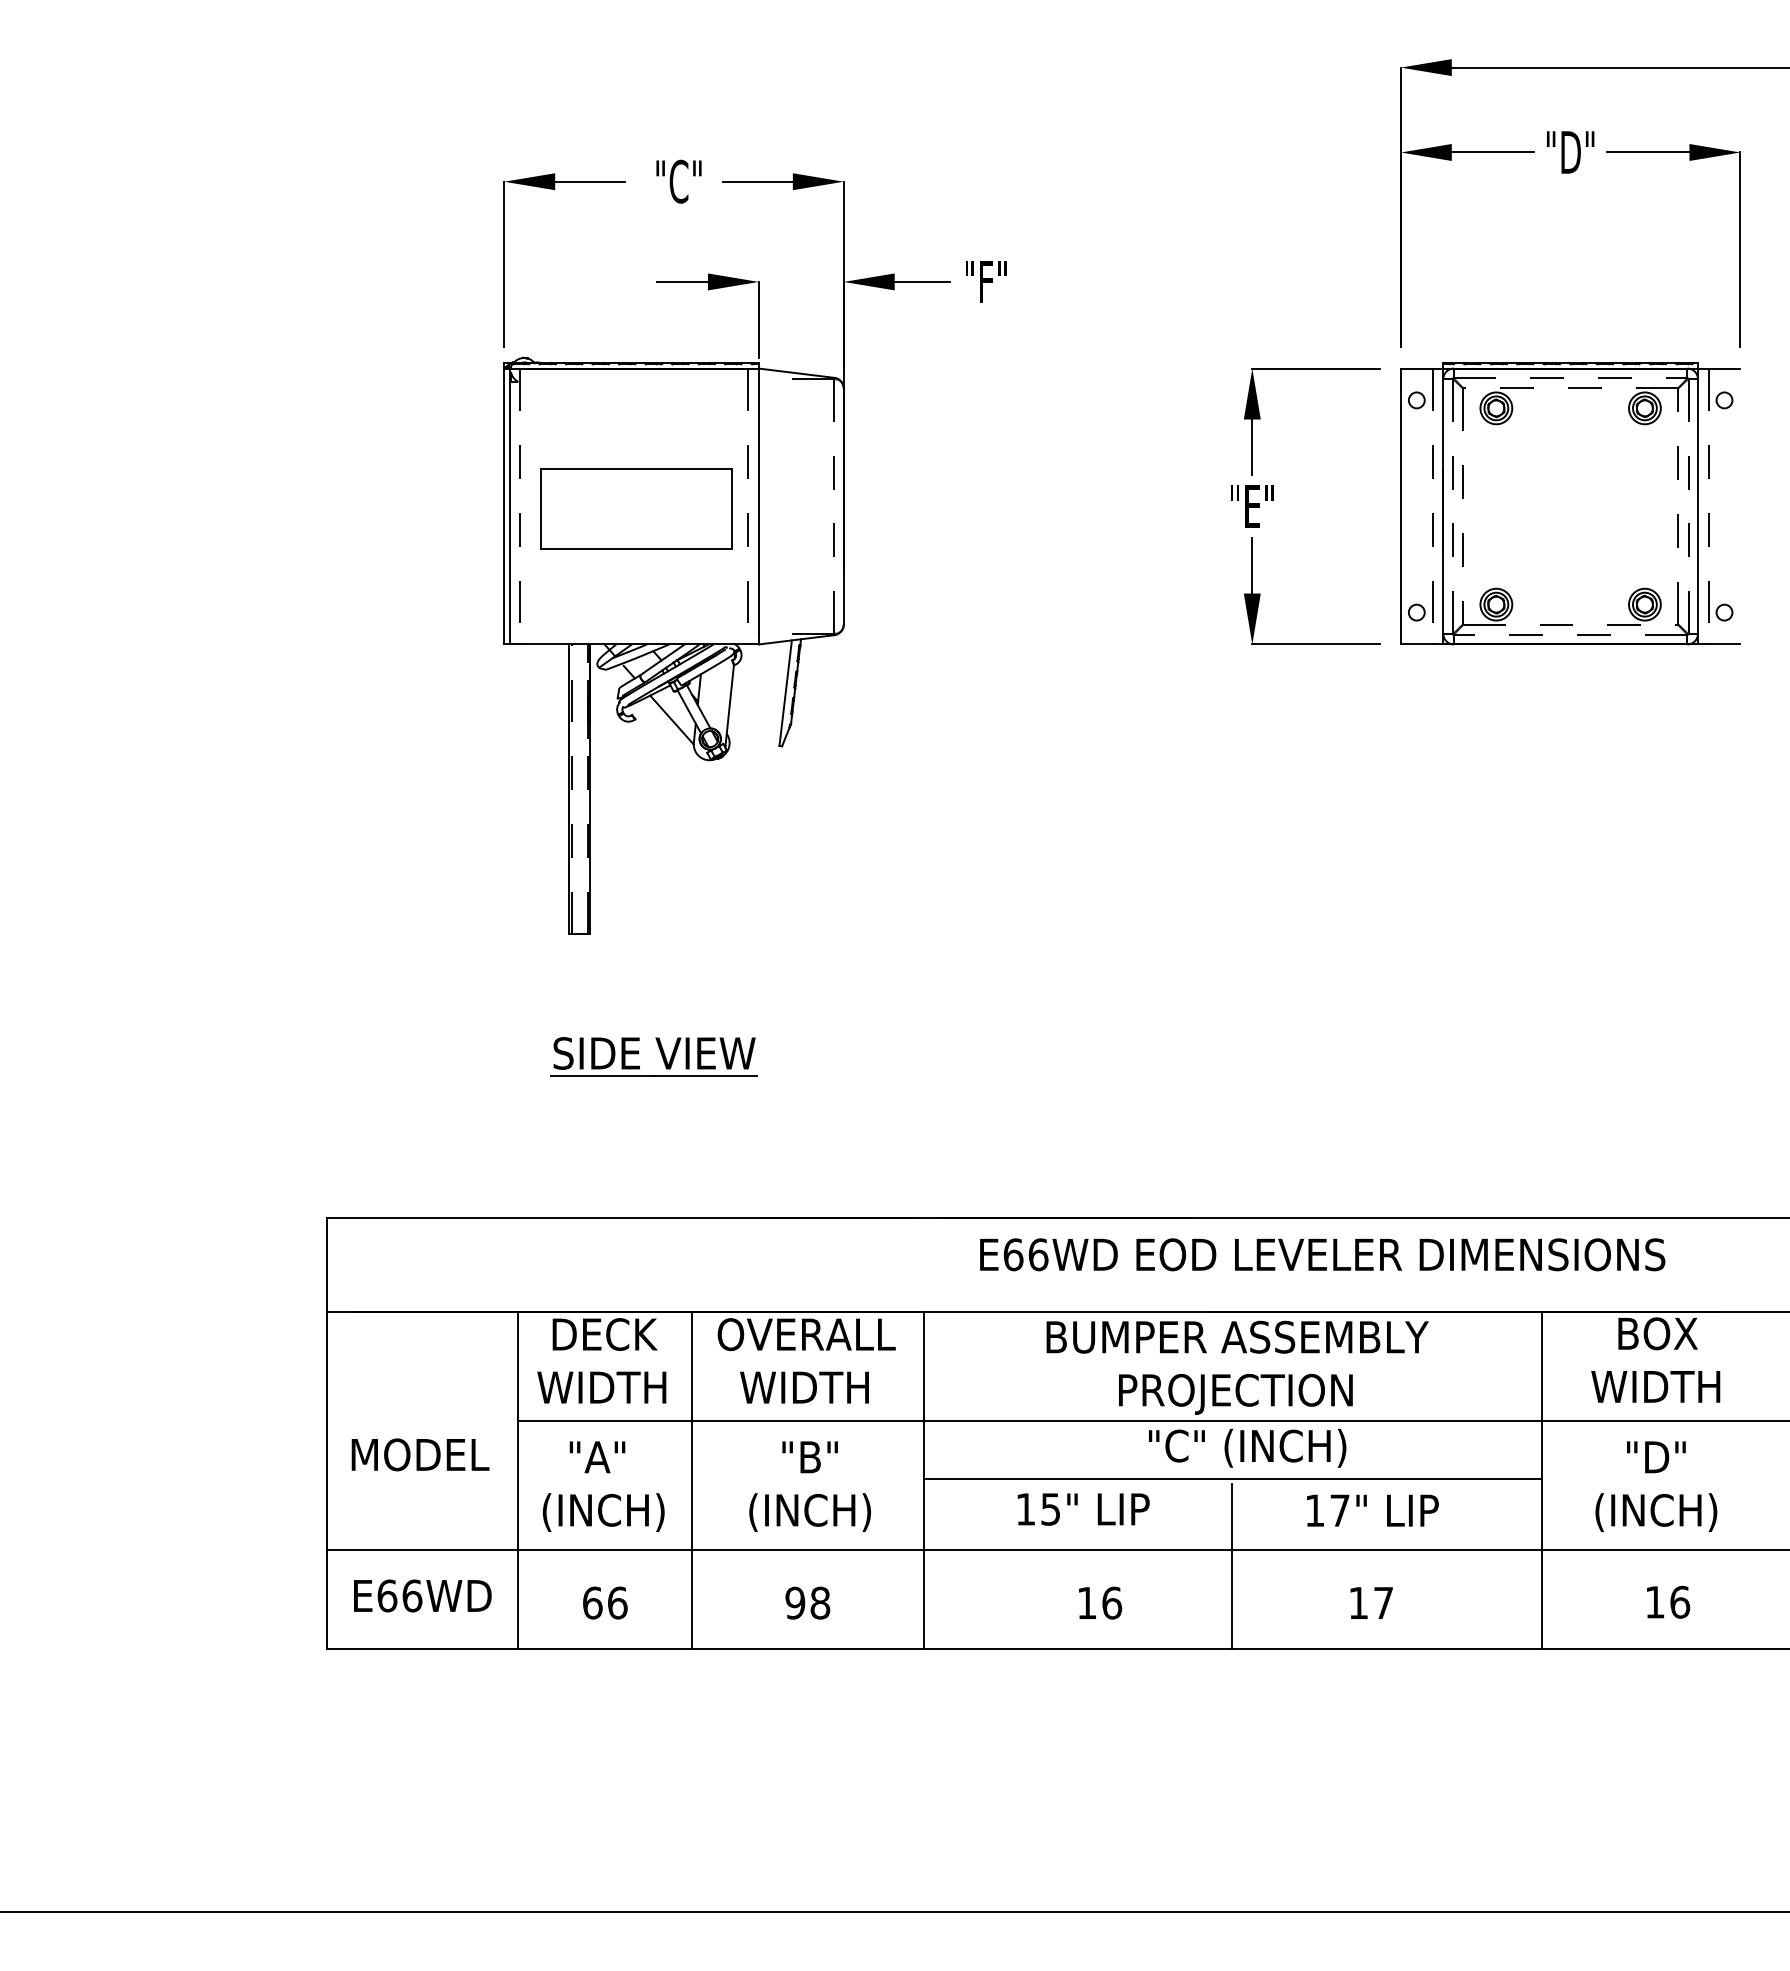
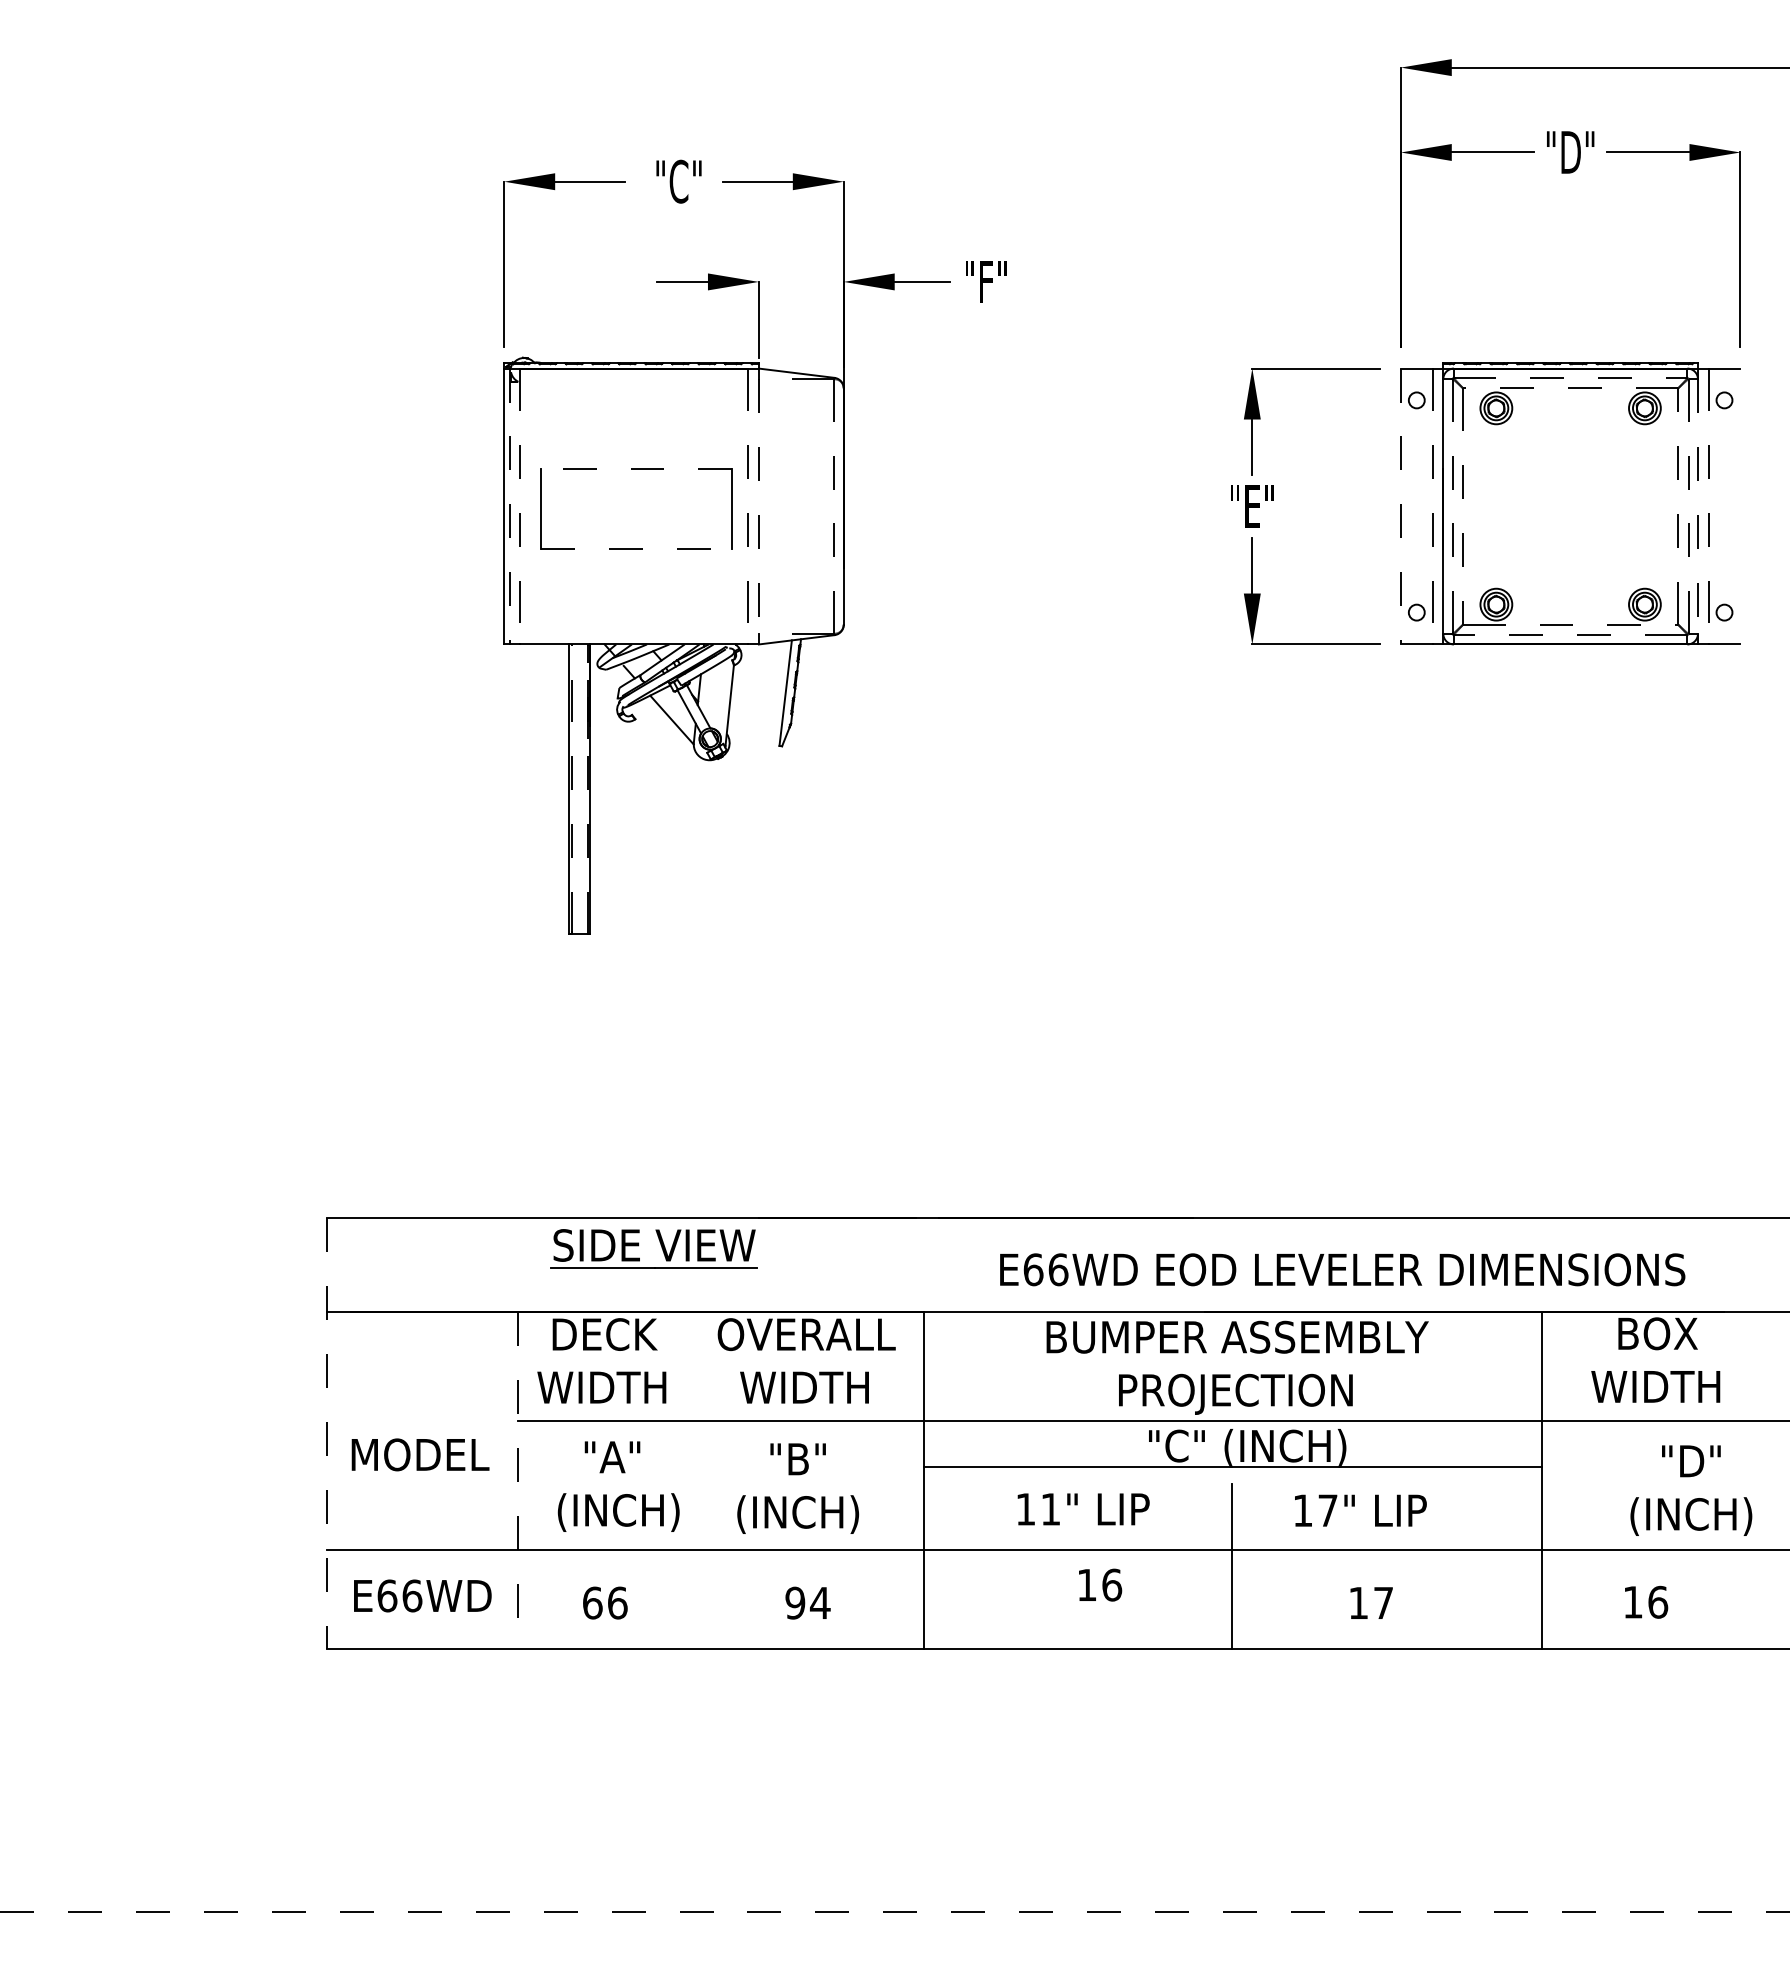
line at (636, 469): solid -> dashed
line at (509, 506): solid -> dashed
line at (1400, 506): solid -> dashed
line at (758, 507): solid -> dashed
line at (1697, 507): solid -> dashed
line at (637, 548): solid -> dashed
part at (660, 1053) position: (660, 1053) -> (660, 1245)
text at (1322, 1254) position: (1322, 1254) -> (1342, 1269)
line at (327, 1434): solid -> dashed
line at (1233, 1479) position: (1233, 1479) -> (1233, 1467)
line at (518, 1480): solid -> dashed
line at (692, 1480): present -> none
text at (603, 1486) position: (603, 1486) -> (618, 1486)
text at (809, 1486) position: (809, 1486) -> (797, 1488)
text at (1656, 1486) position: (1656, 1486) -> (1691, 1490)
text at (1050, 1509): 15" -> 11"
text at (1372, 1510) position: (1372, 1510) -> (1360, 1510)
text at (1668, 1601) position: (1668, 1601) -> (1646, 1601)
text at (819, 1602): 98 -> 94
text at (1100, 1602) position: (1100, 1602) -> (1100, 1584)
line at (895, 1911): solid -> dashed
